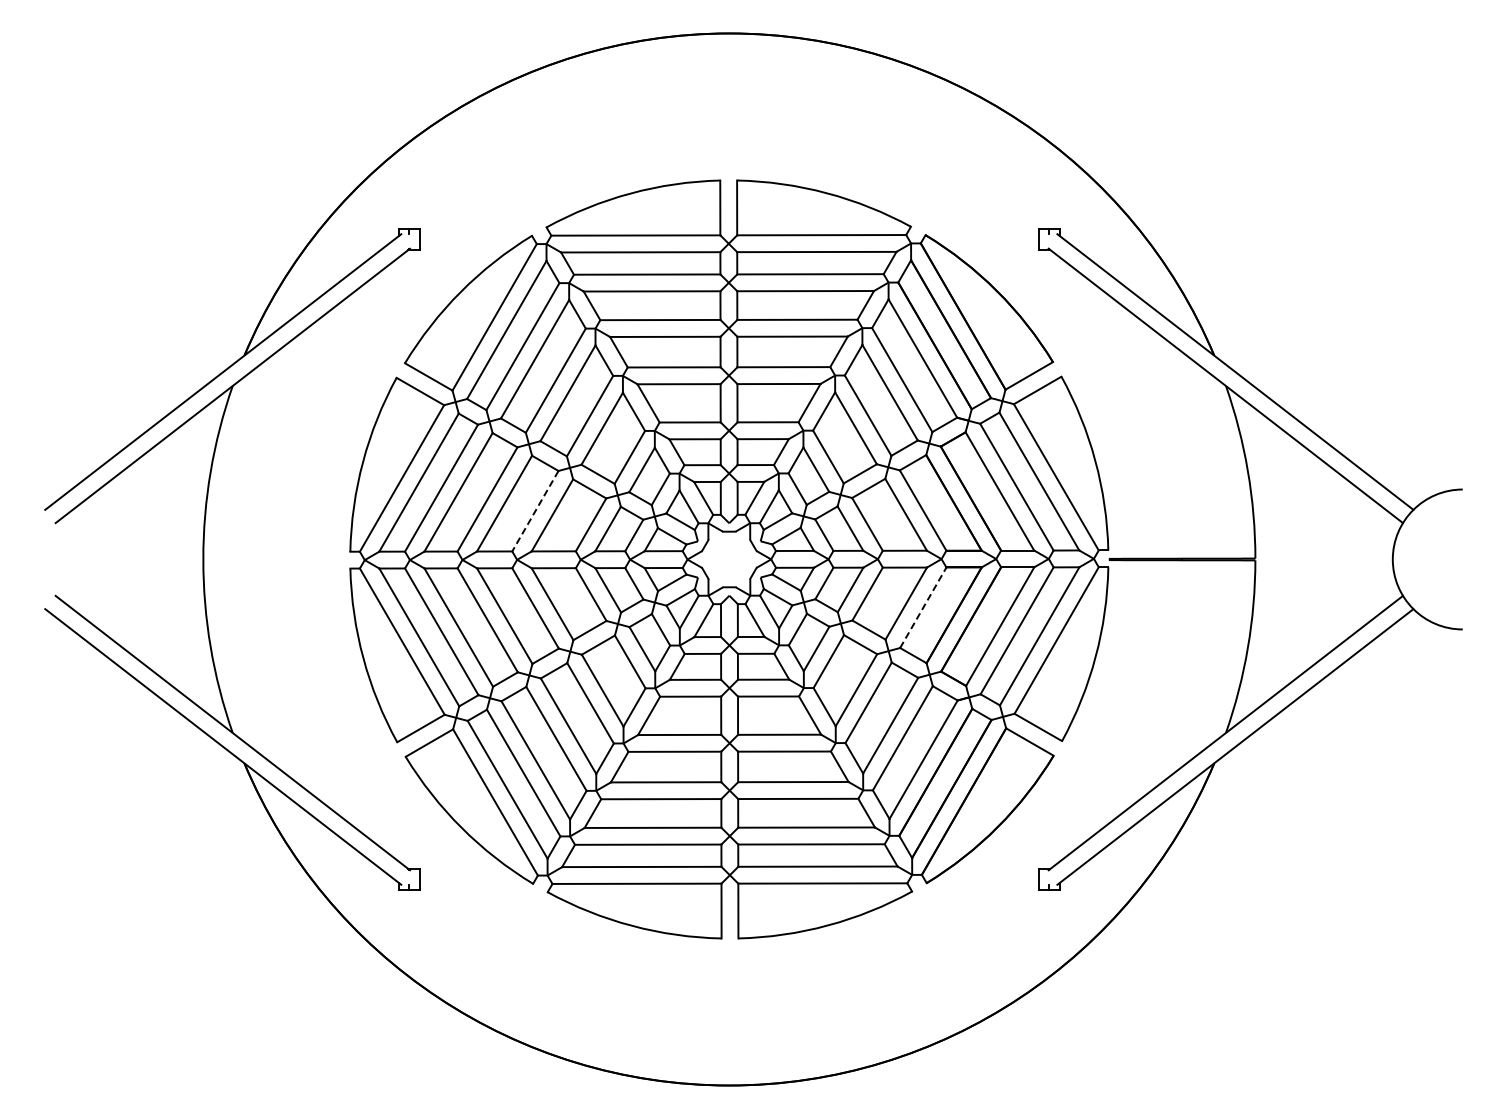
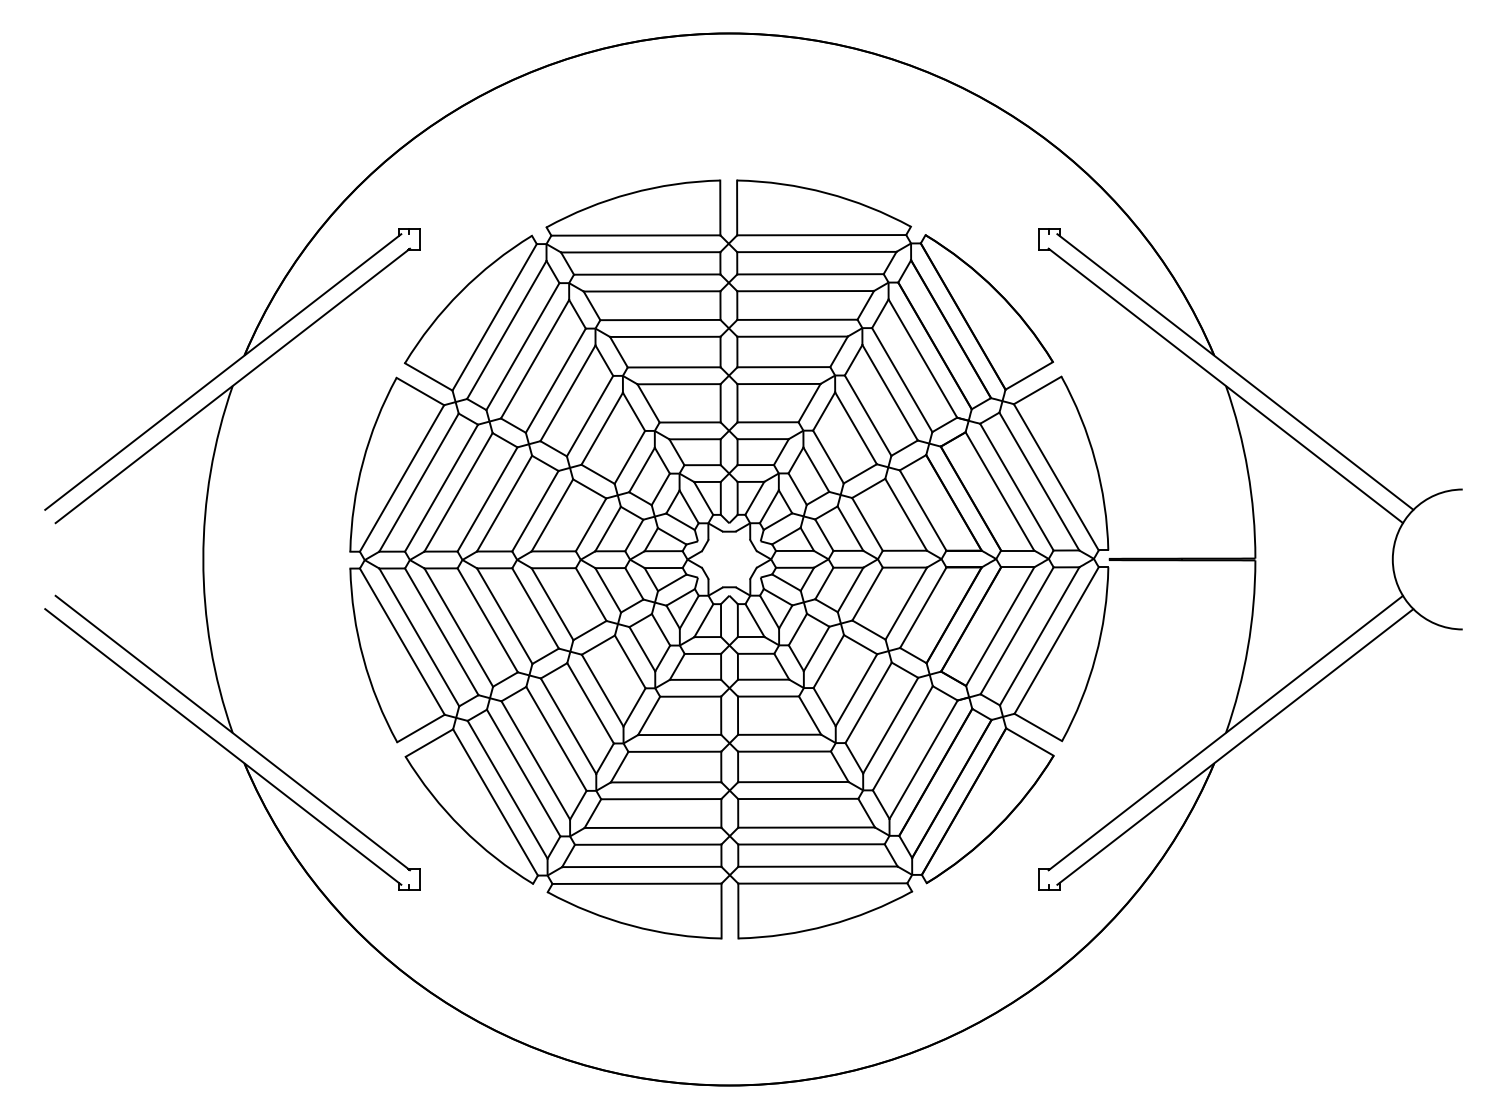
line at (535, 511): dashed -> solid
line at (923, 607): dashed -> solid
